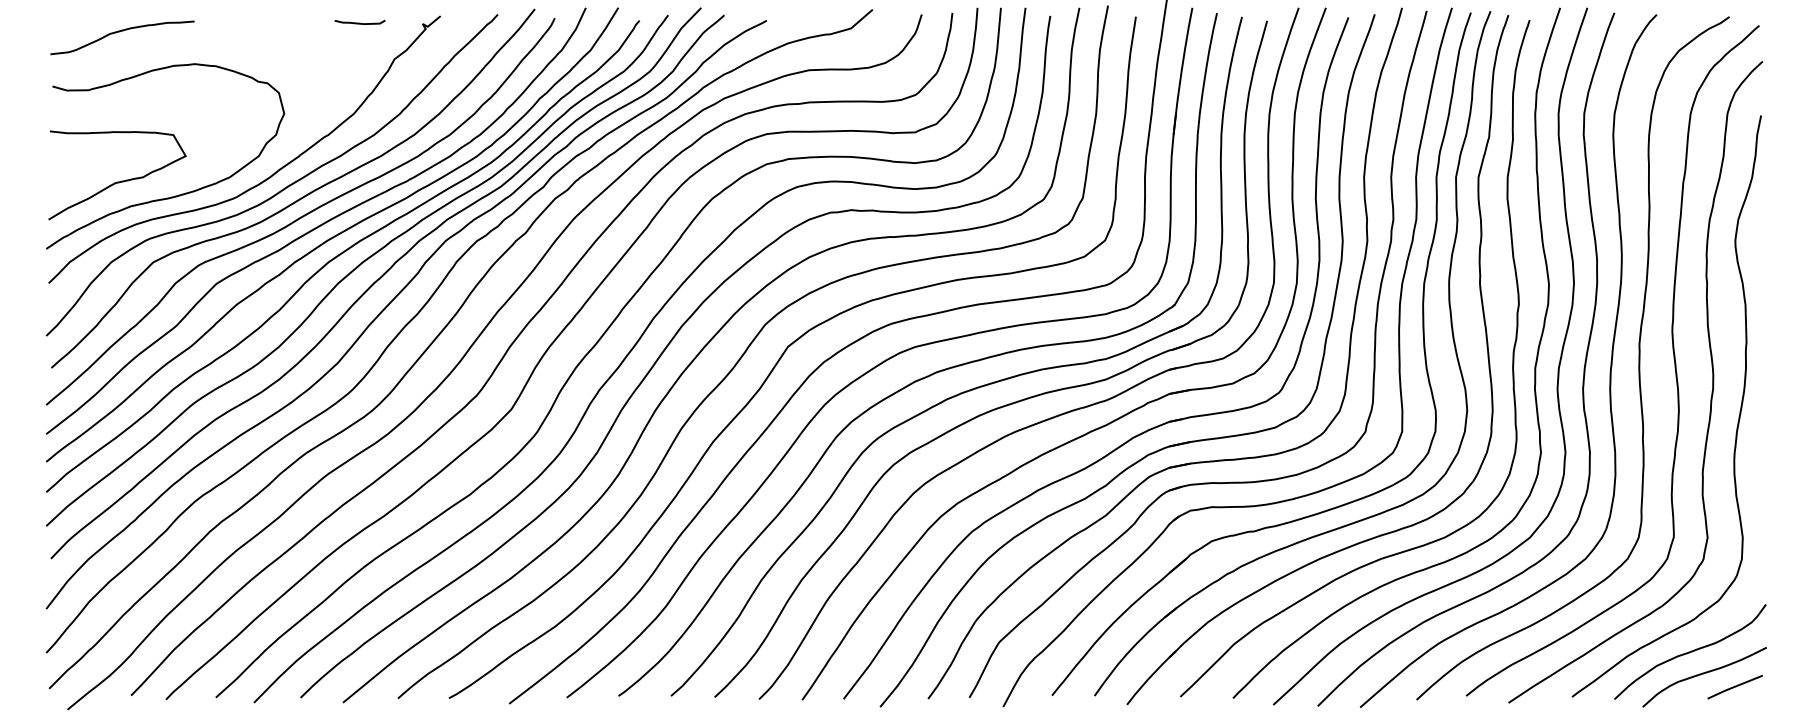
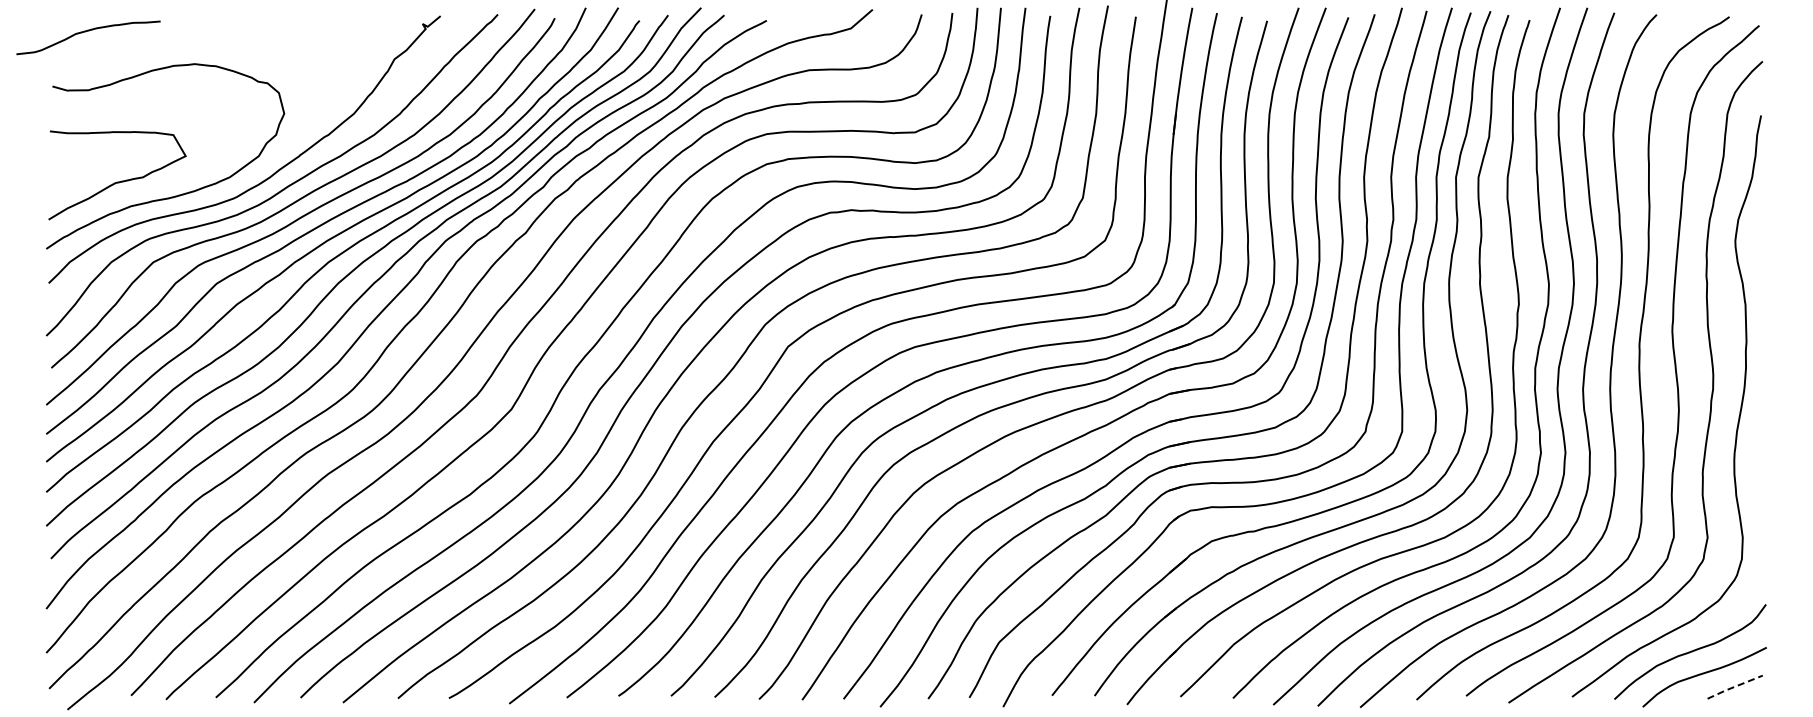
curve at (359, 22): present -> none
curve at (119, 32) position: (119, 32) -> (85, 32)
line at (1734, 687): solid -> dashed
